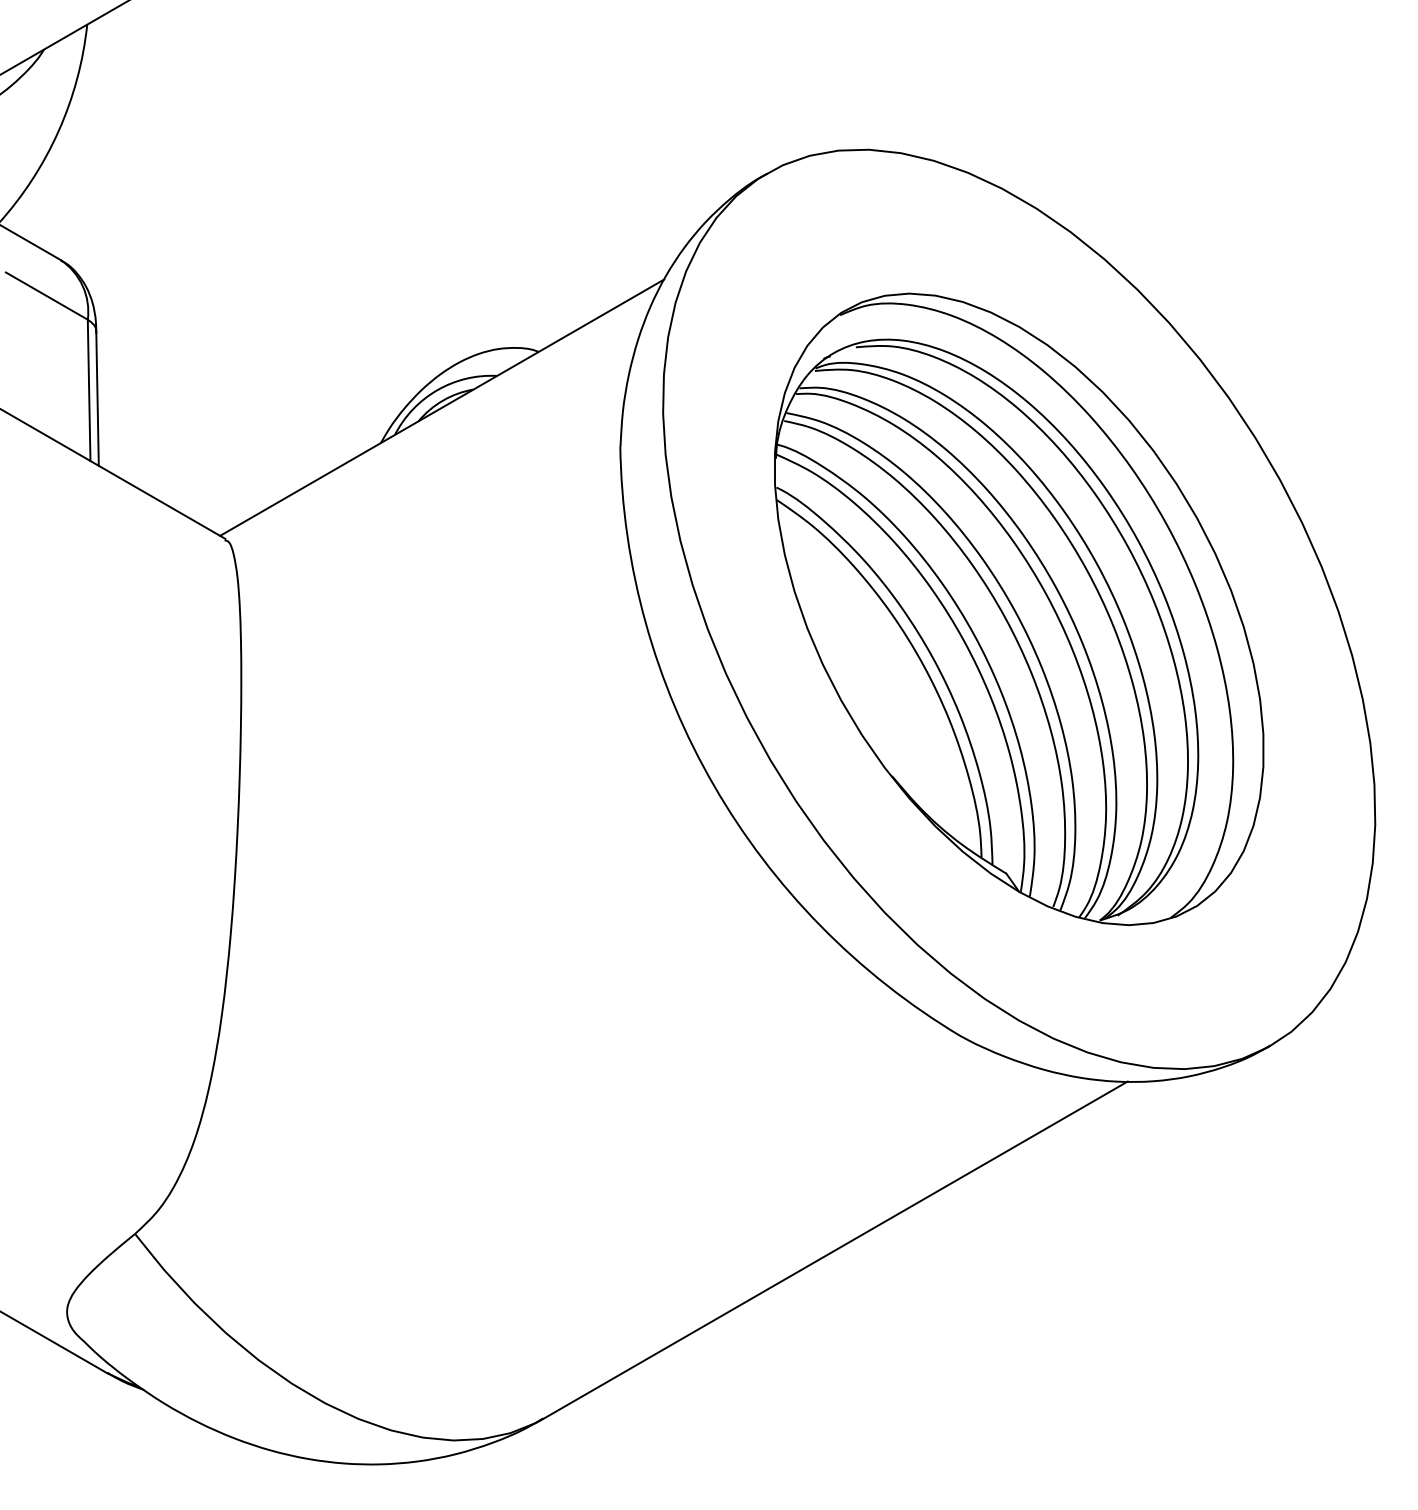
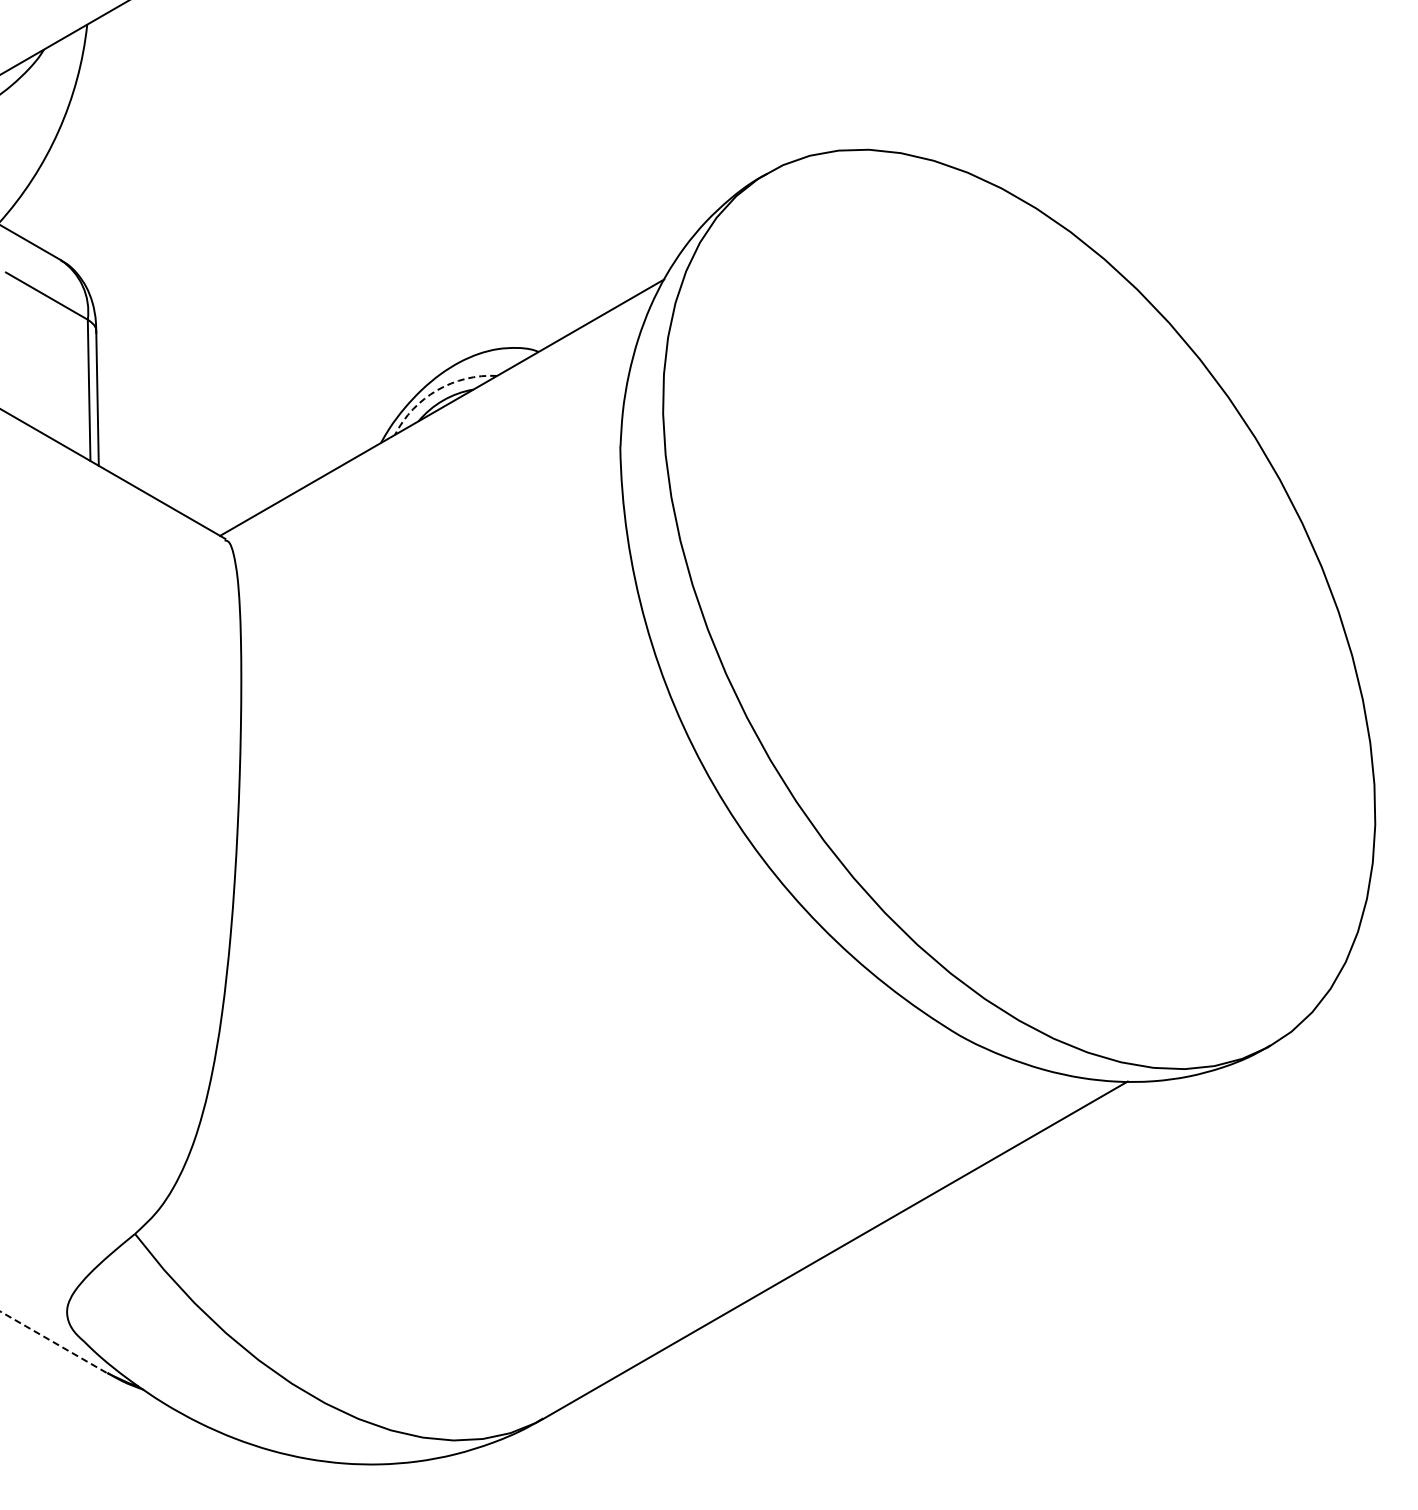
arc at (437, 390): solid -> dashed
part at (1019, 609): present -> none
line at (53, 1342): solid -> dashed
